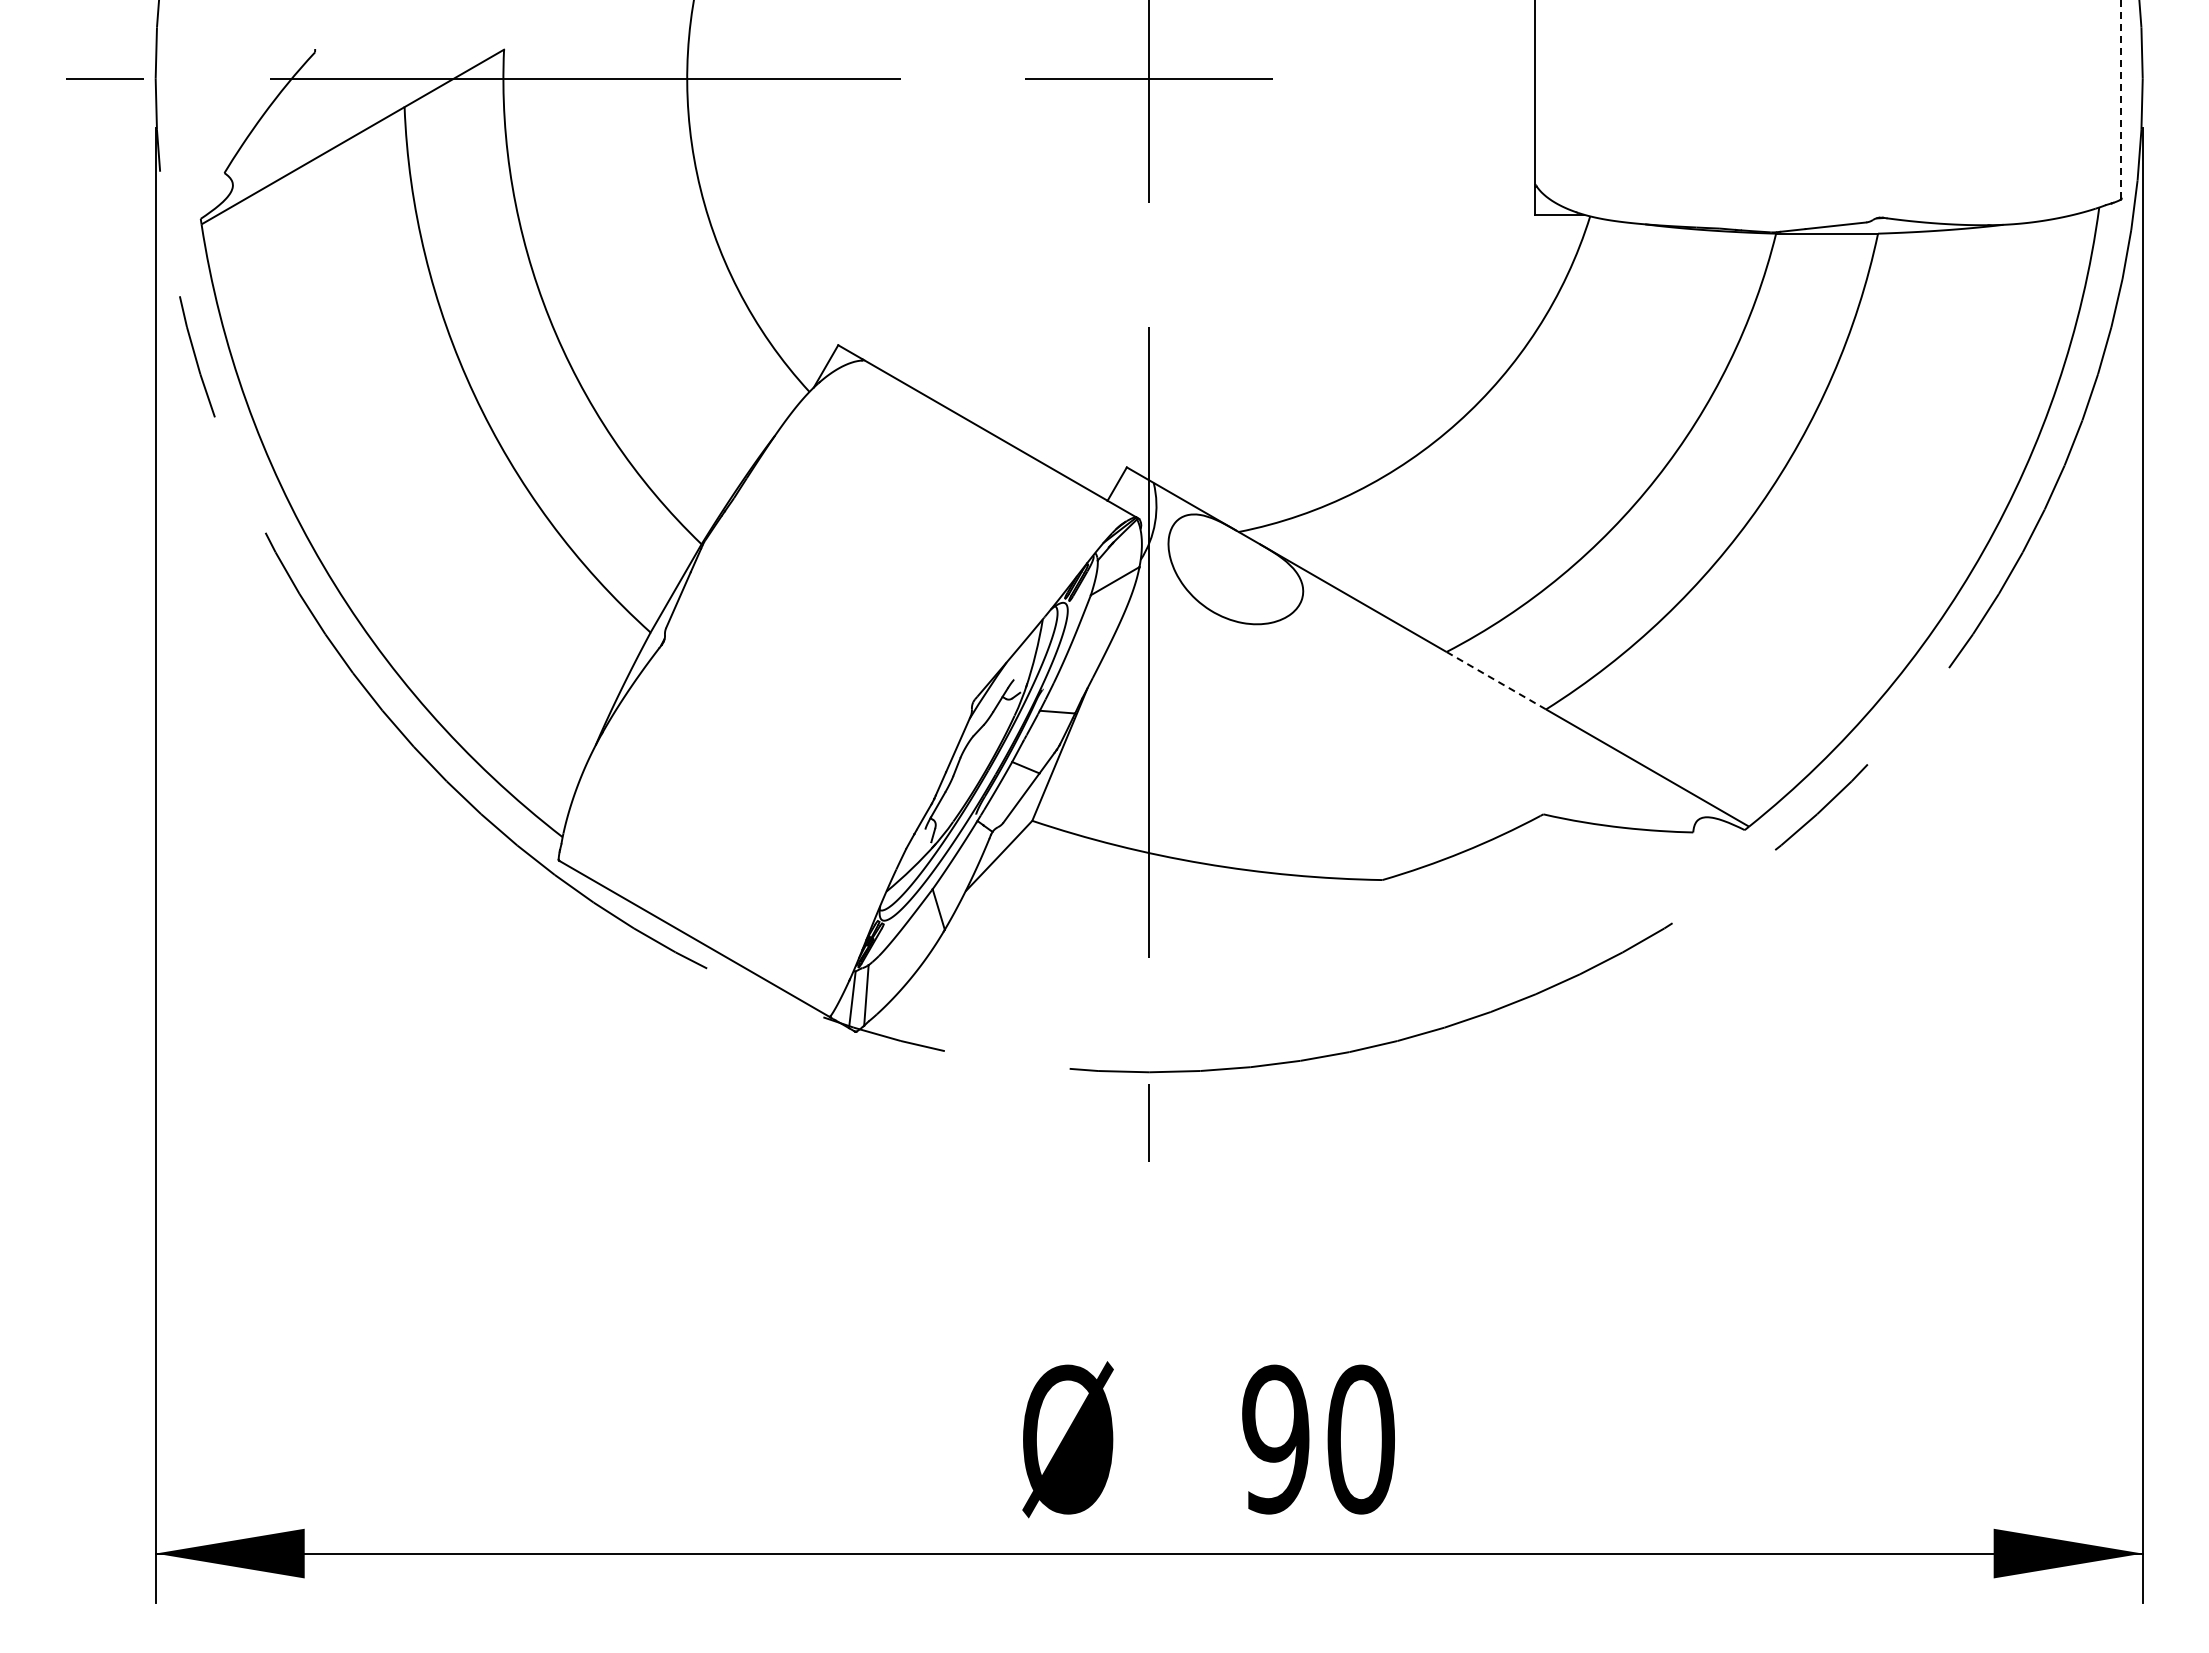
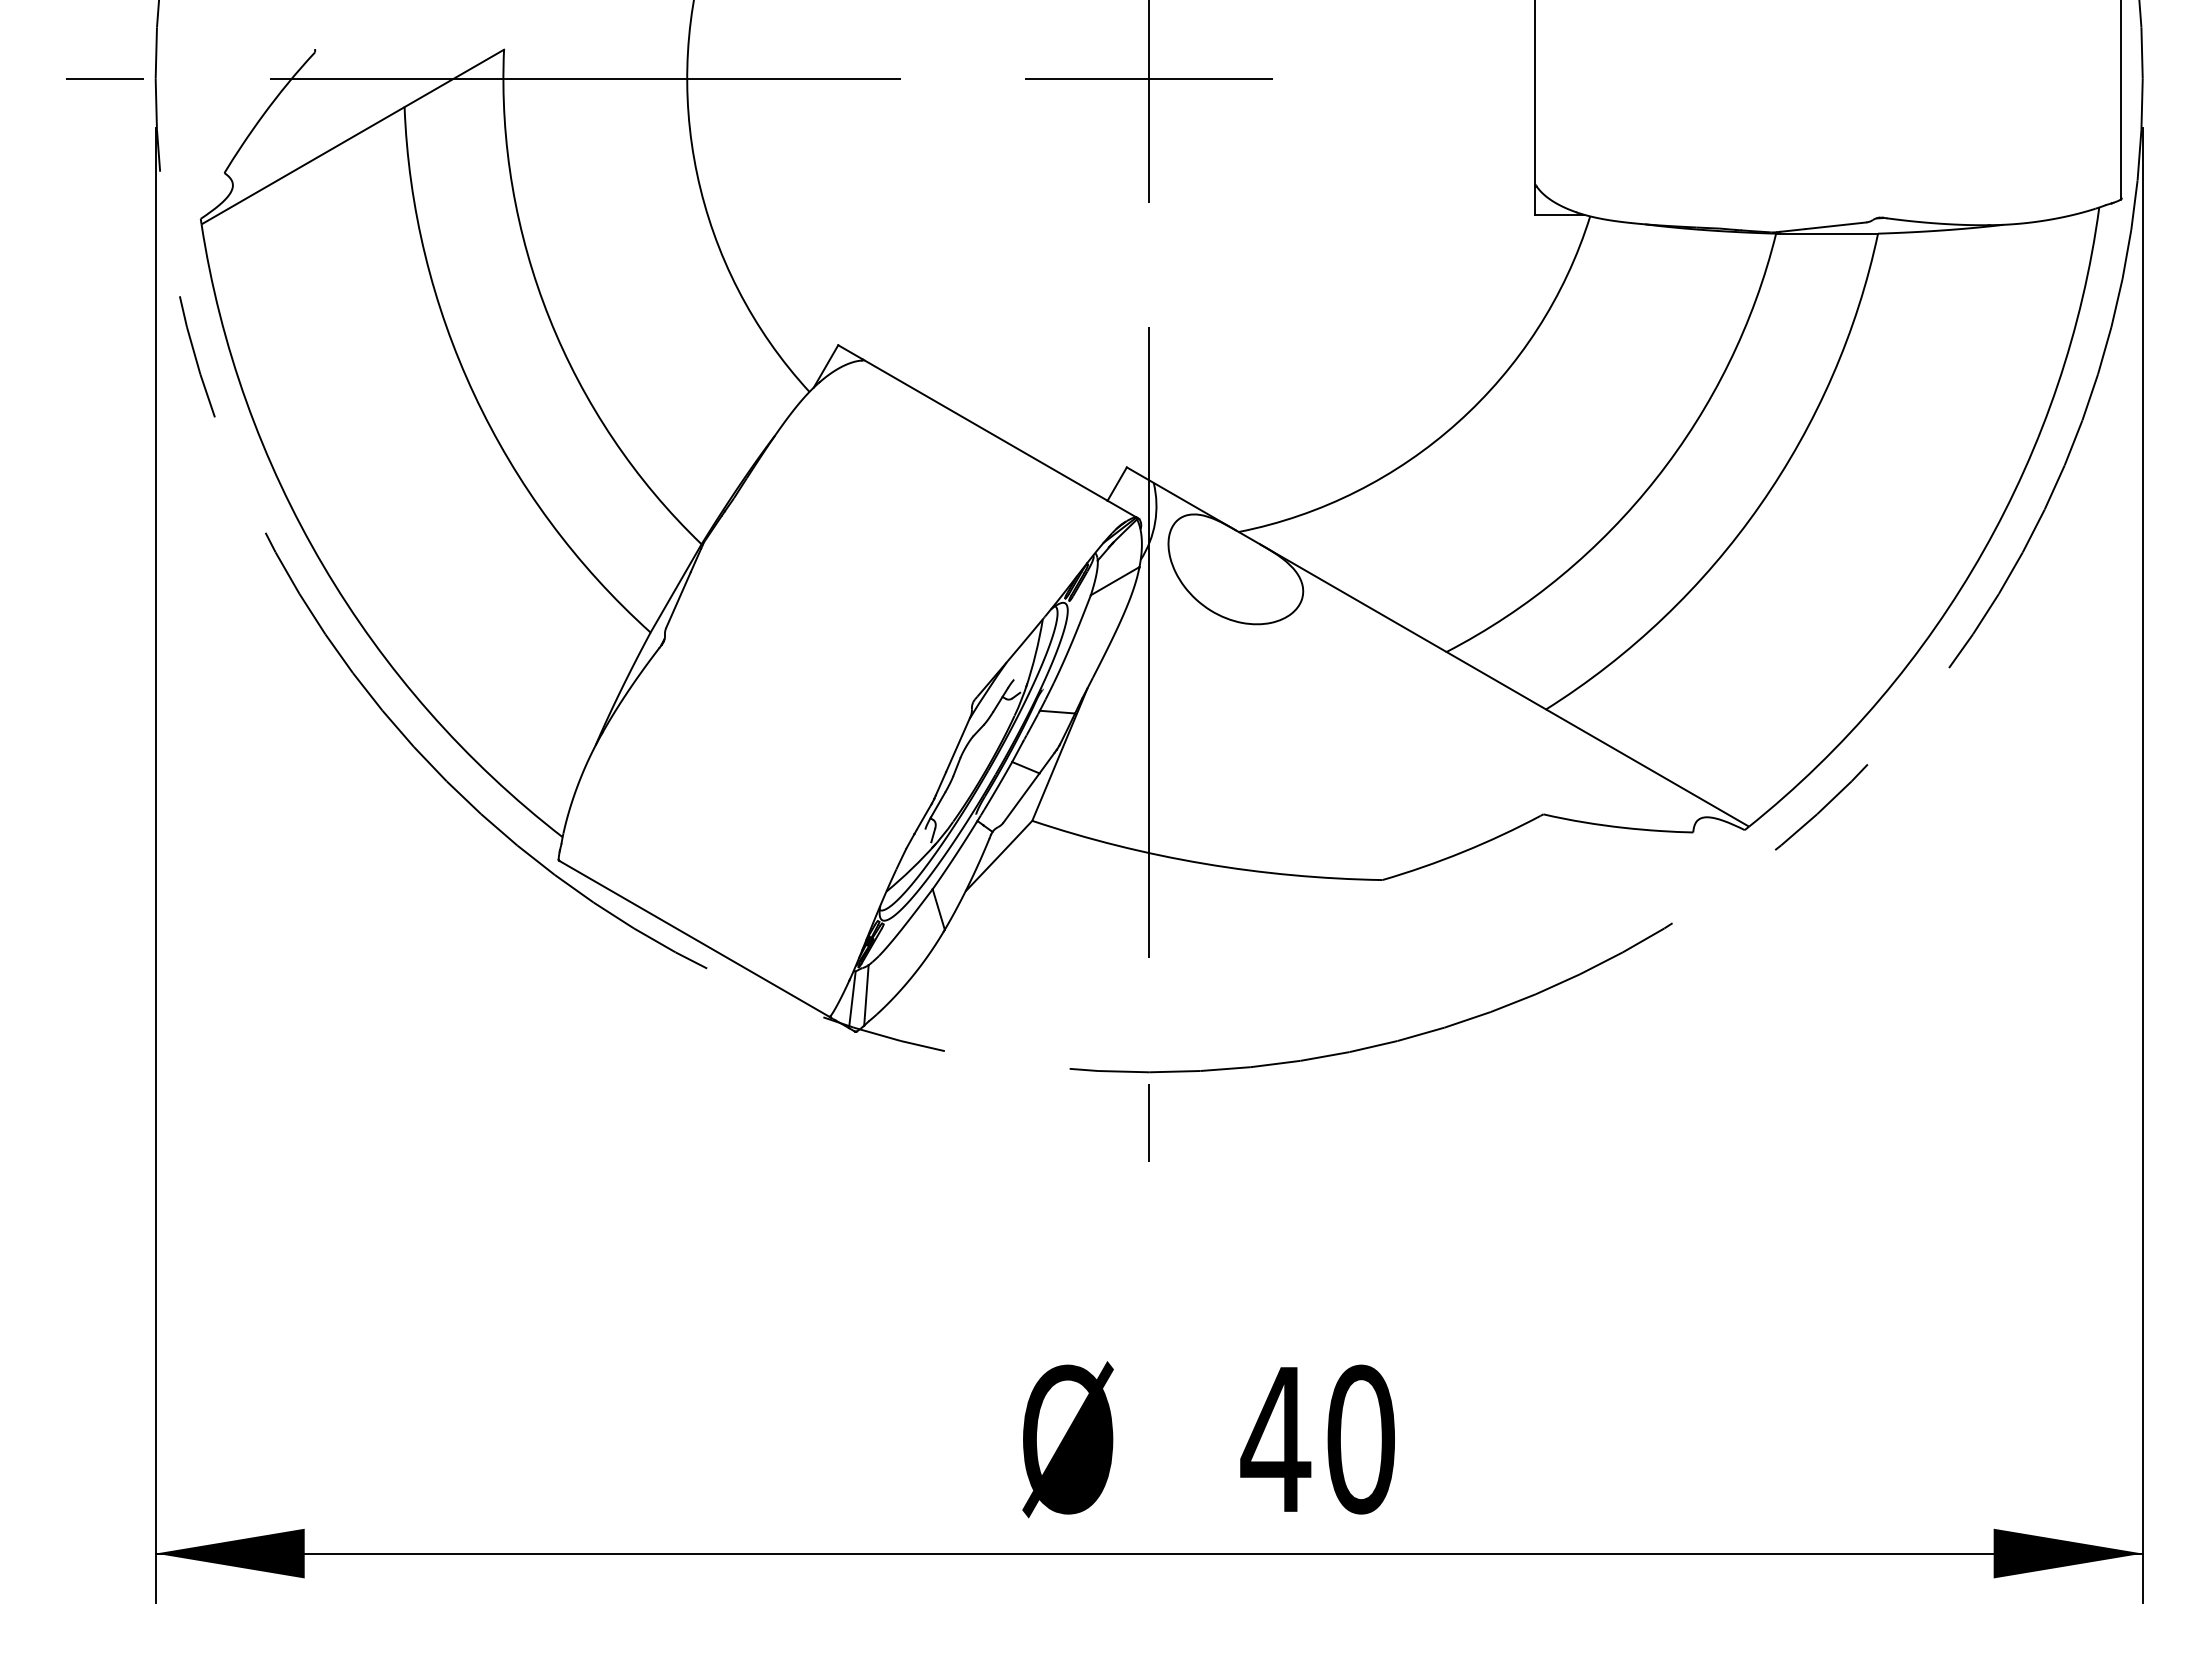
line at (2121, 99): dashed -> solid
line at (1496, 680): dashed -> solid
text at (1275, 1439): 90 -> 40
